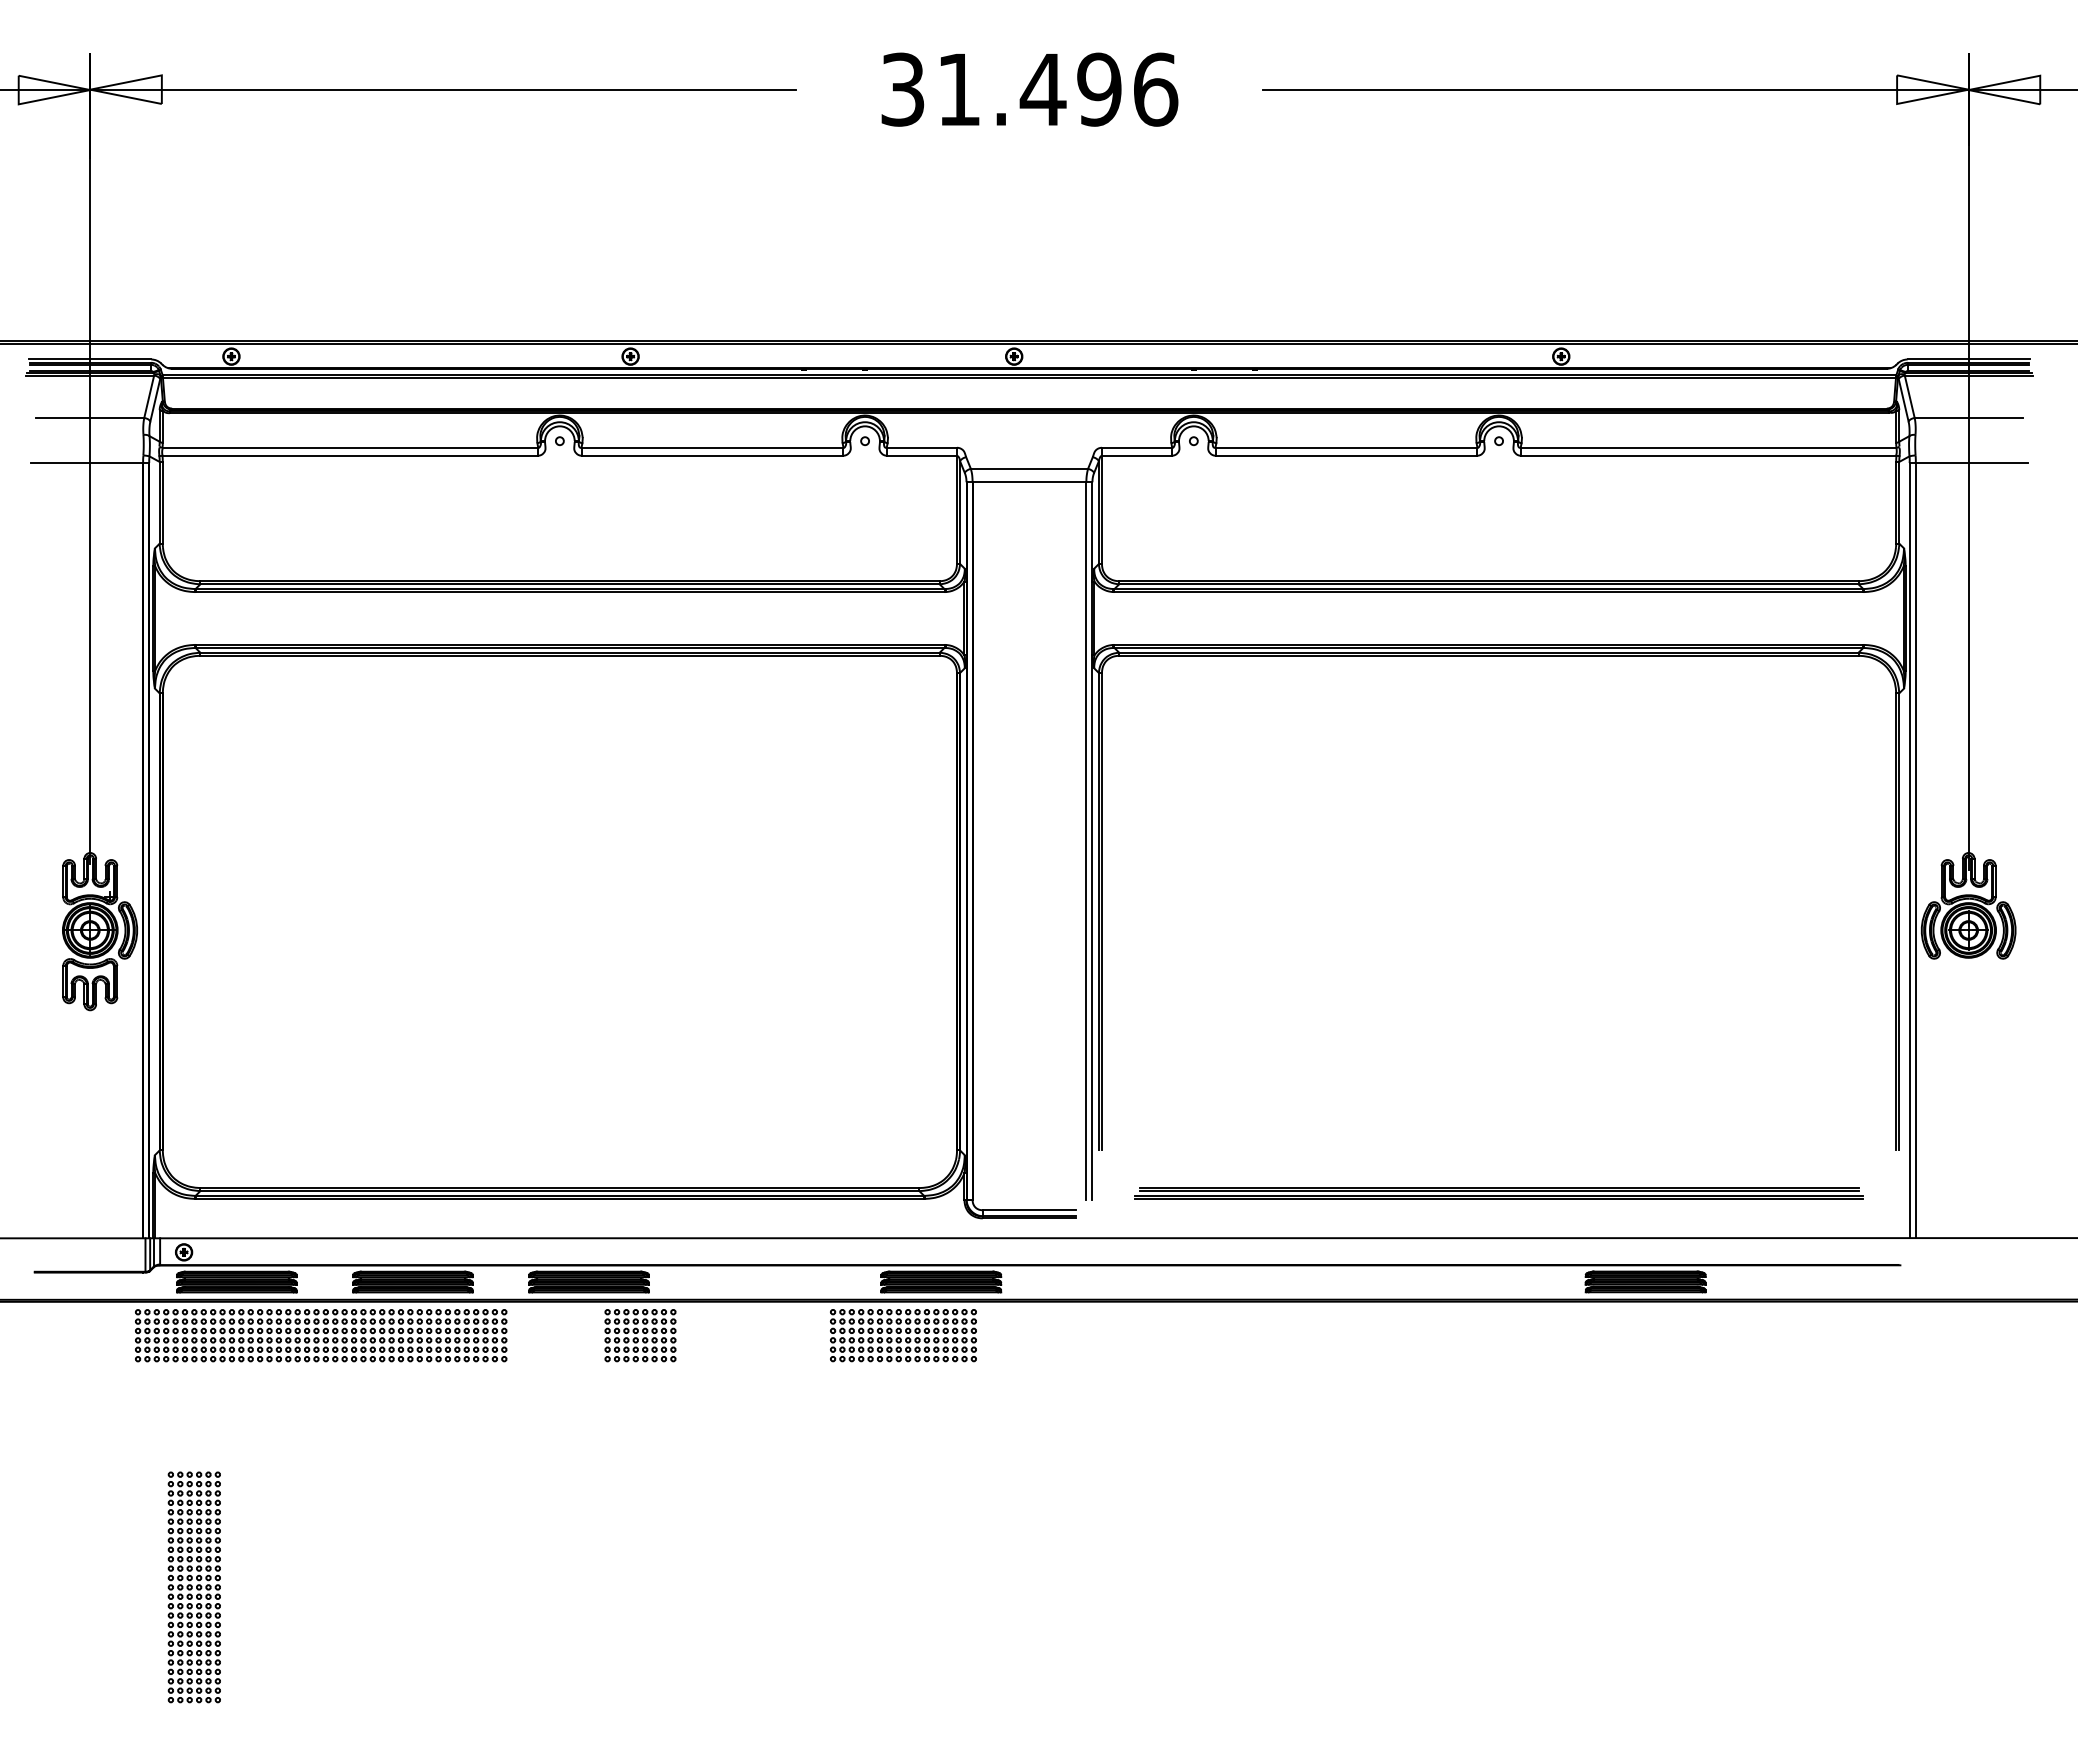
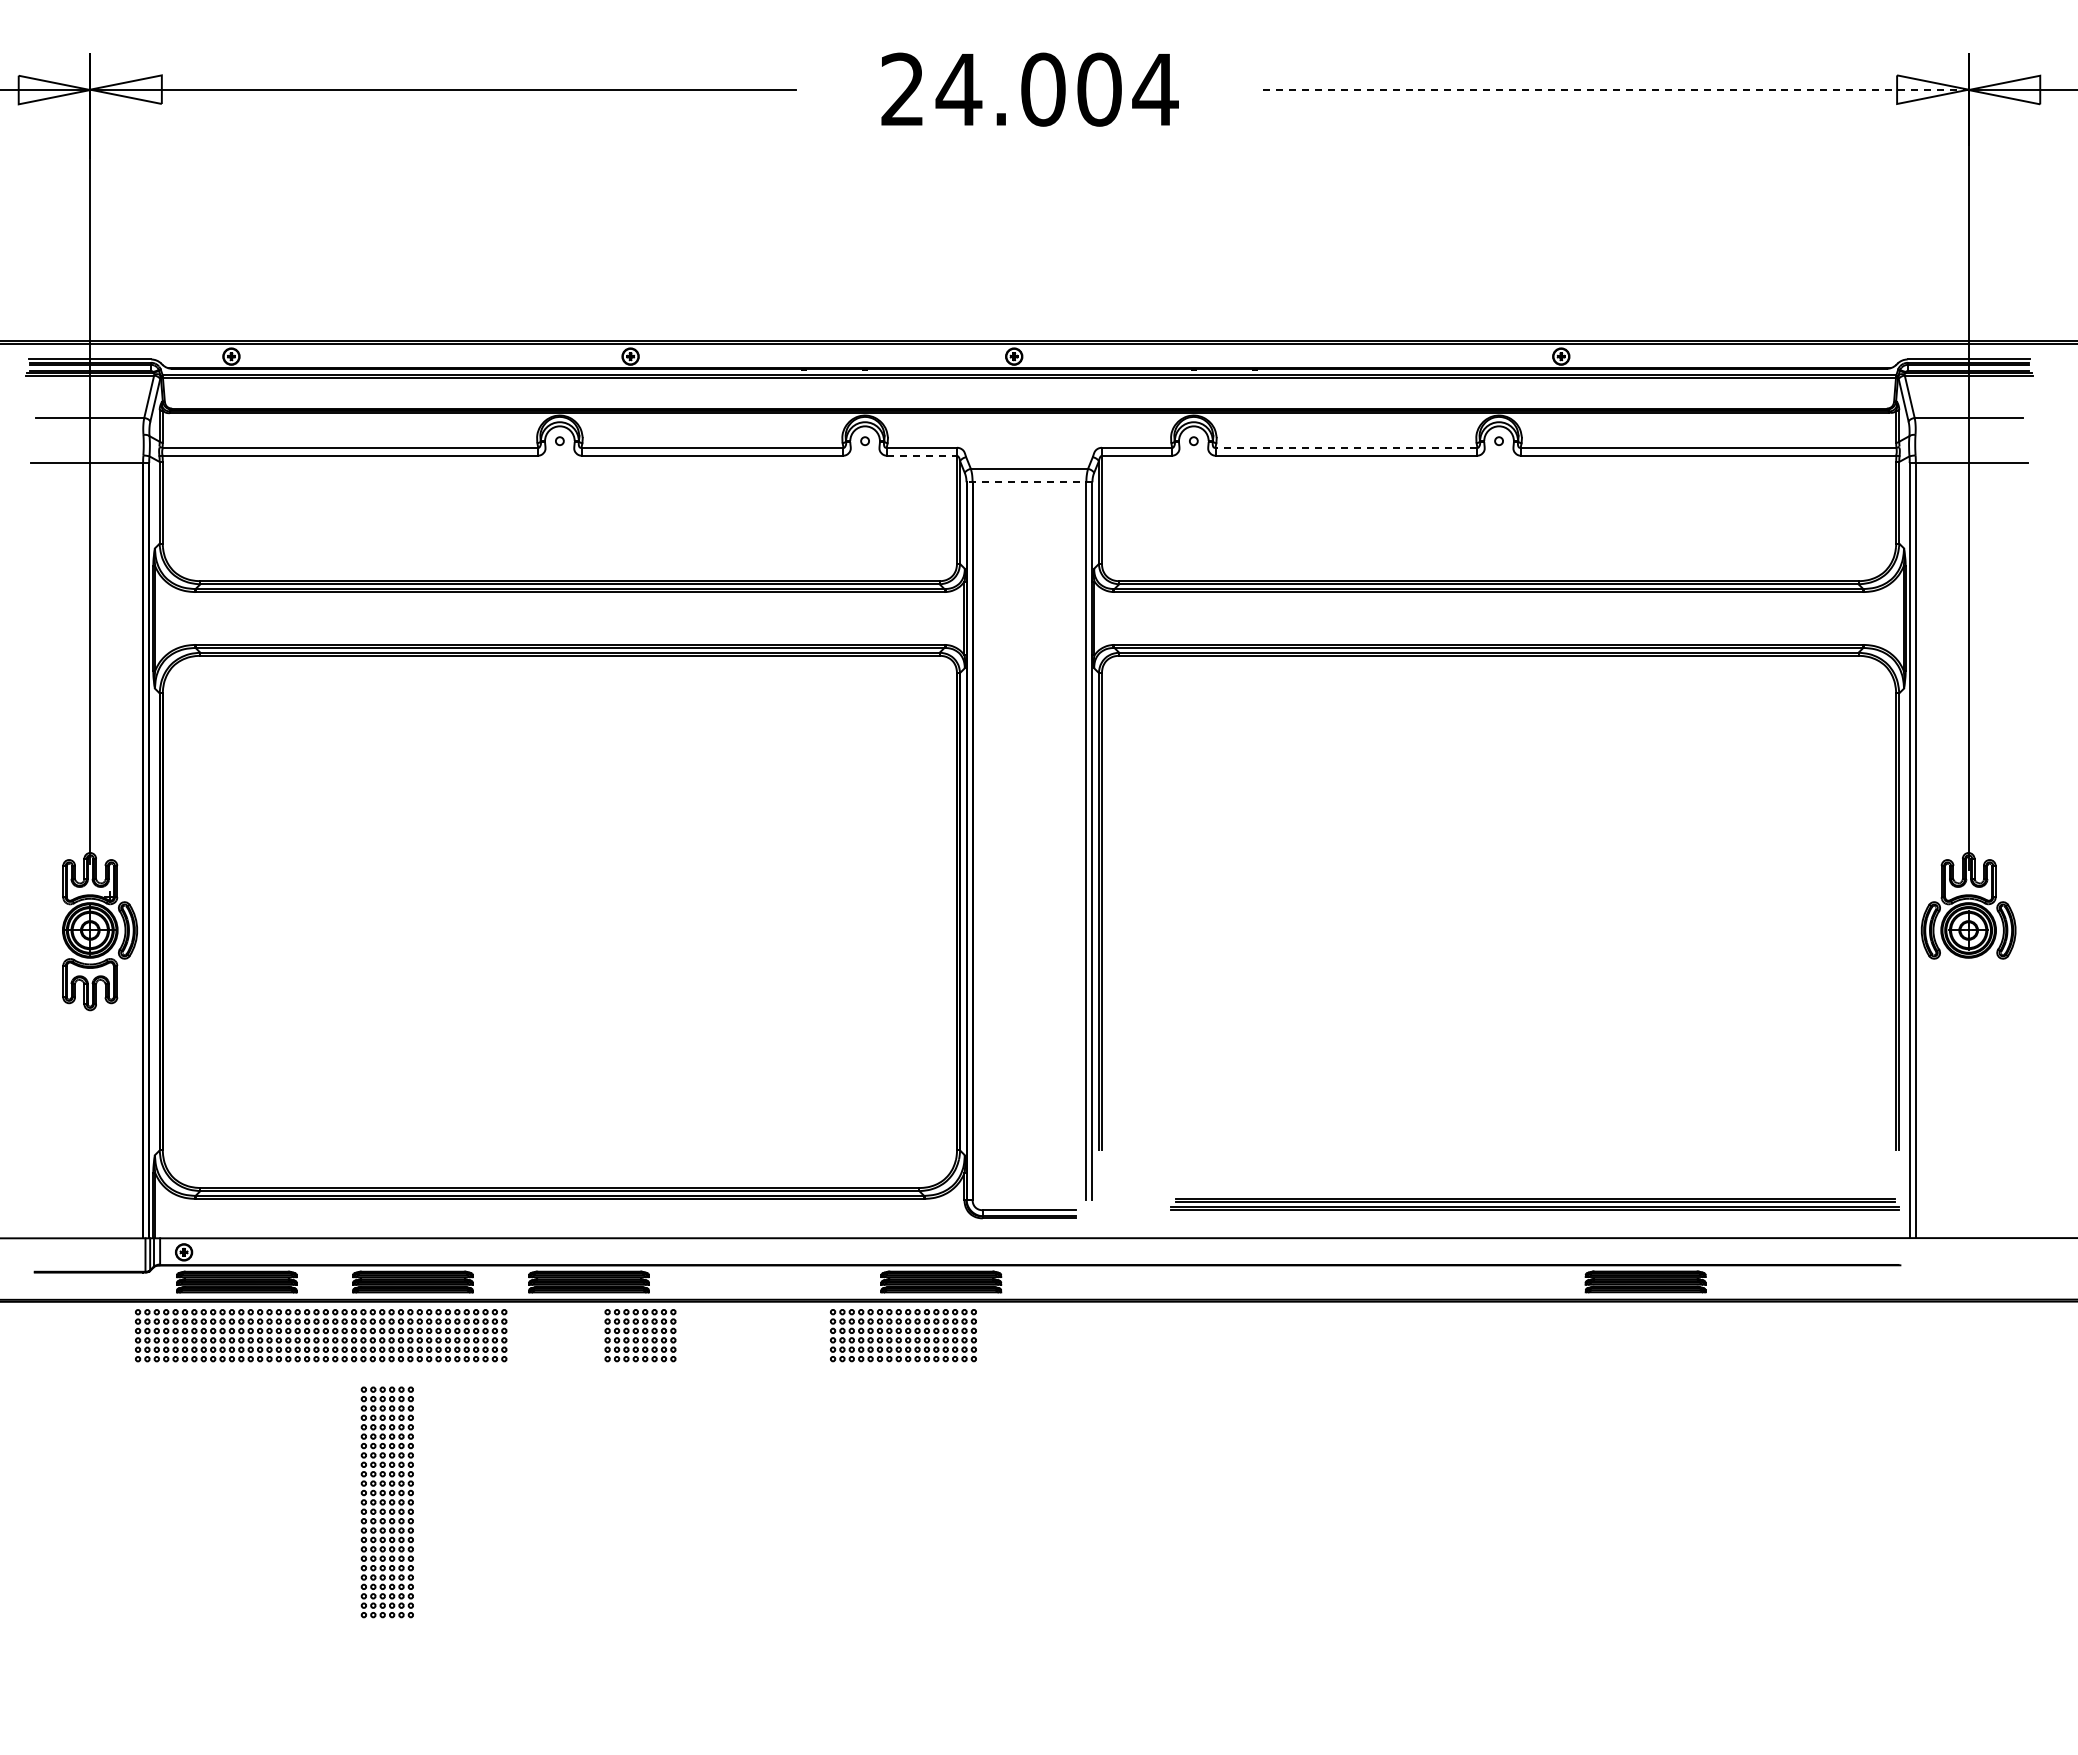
text at (1029, 89): 31.496 -> 24.004
line at (1615, 89): solid -> dashed
line at (1346, 447): solid -> dashed
line at (922, 455): solid -> dashed
line at (1029, 482): solid -> dashed
part at (1498, 1193) position: (1498, 1193) -> (1534, 1204)
part at (193, 1587) position: (193, 1587) -> (386, 1502)
